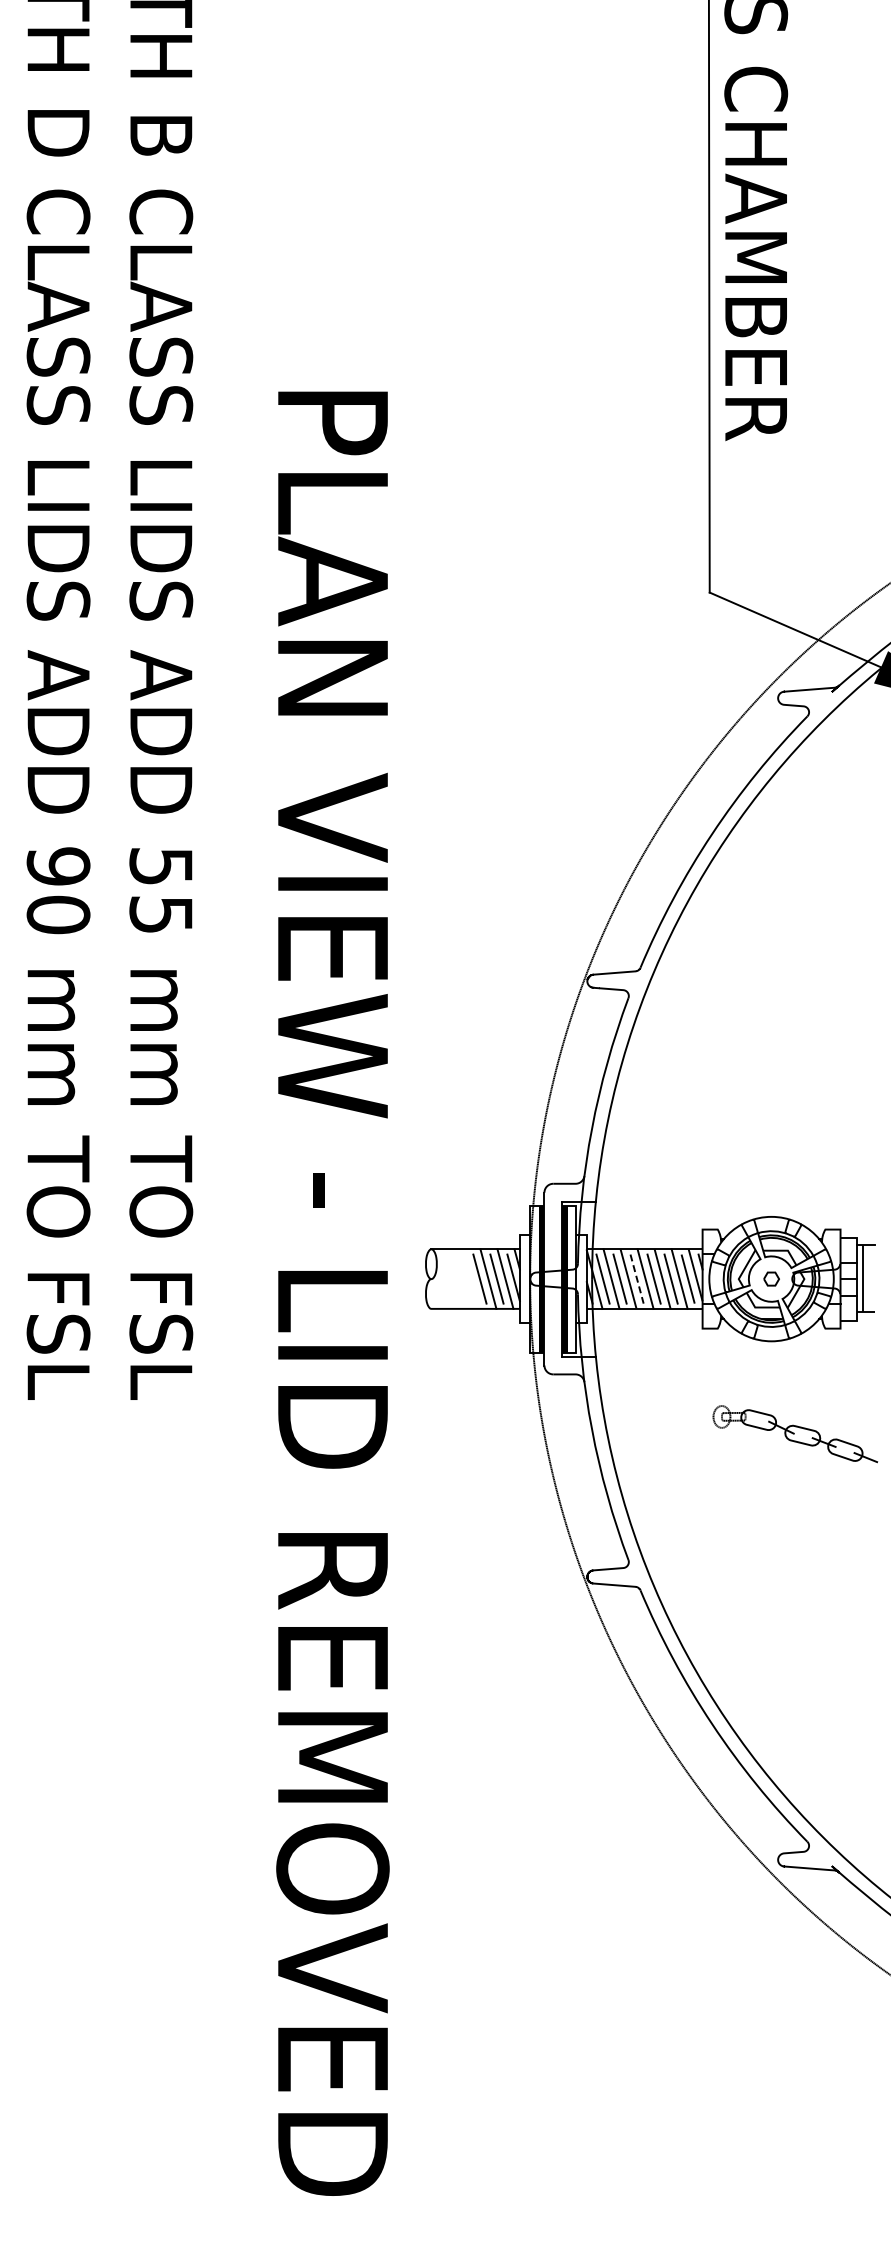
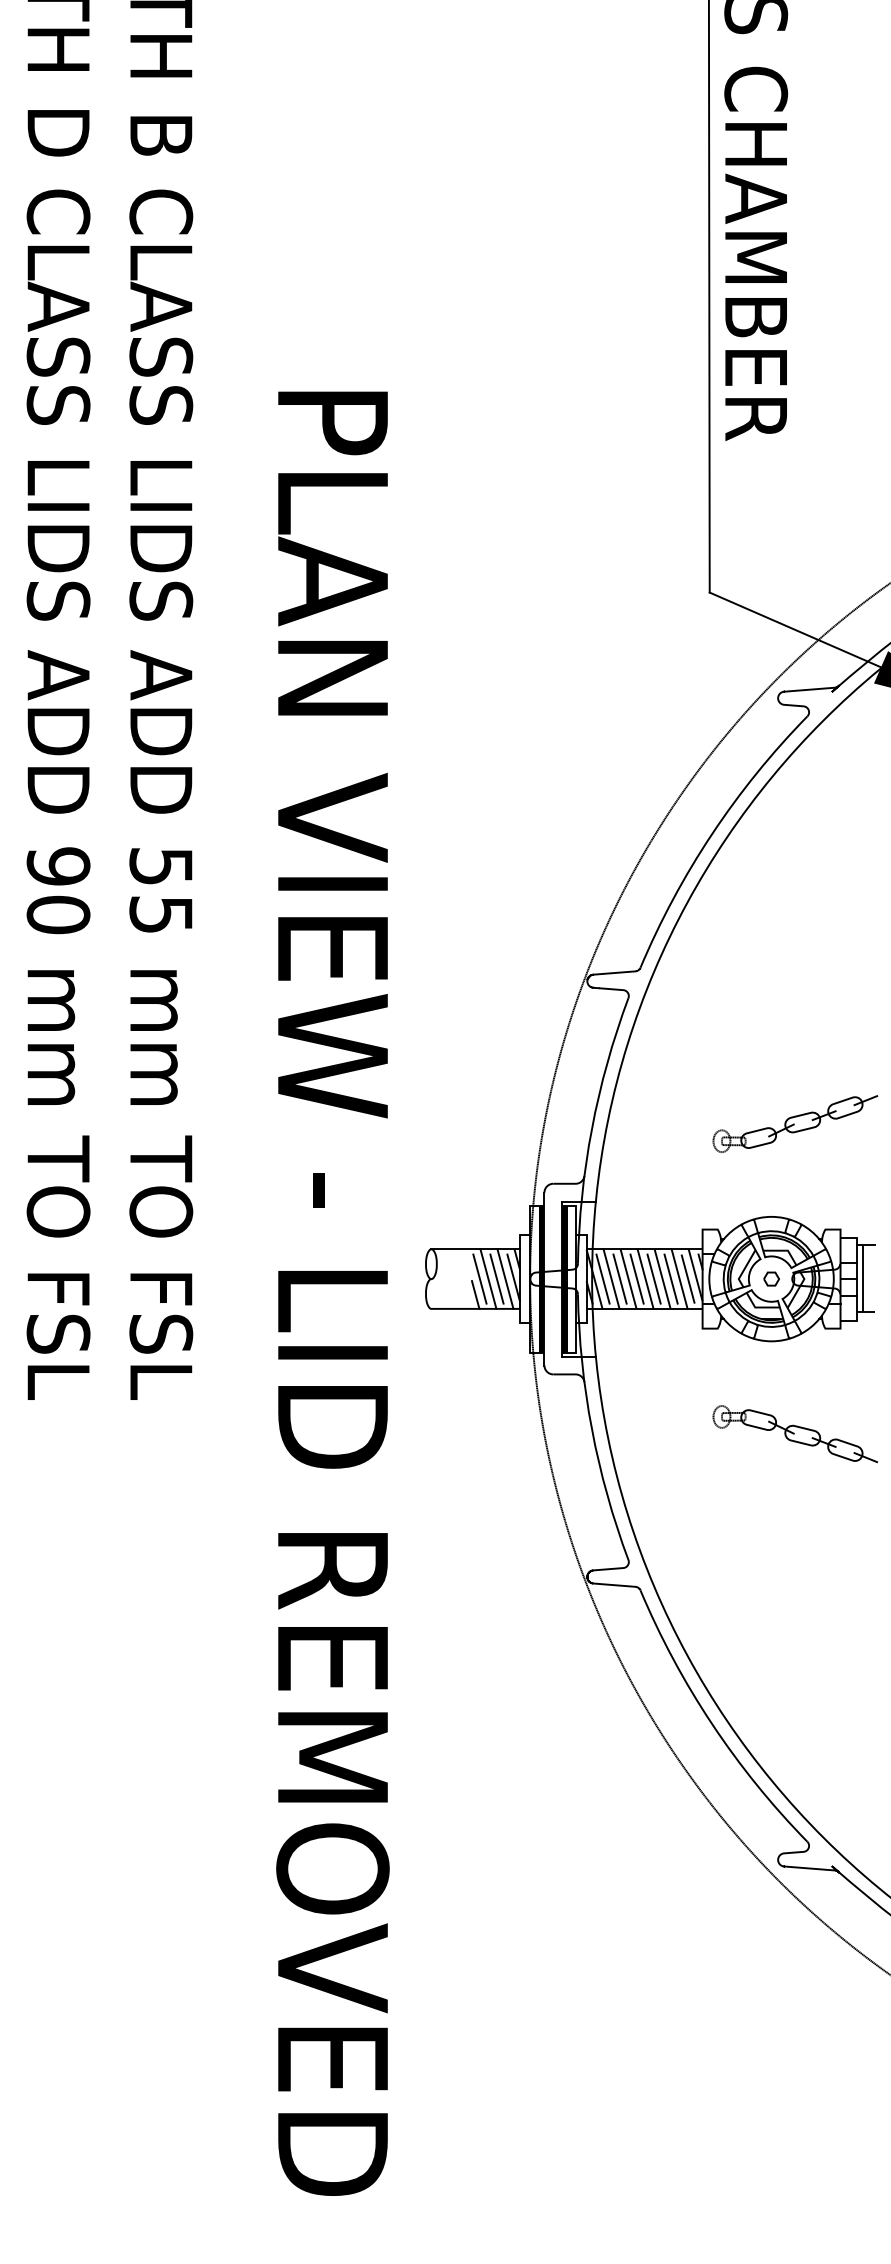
part at (795, 1124): none -> present
line at (637, 1279): dashed -> solid
line at (475, 1294): none -> present
